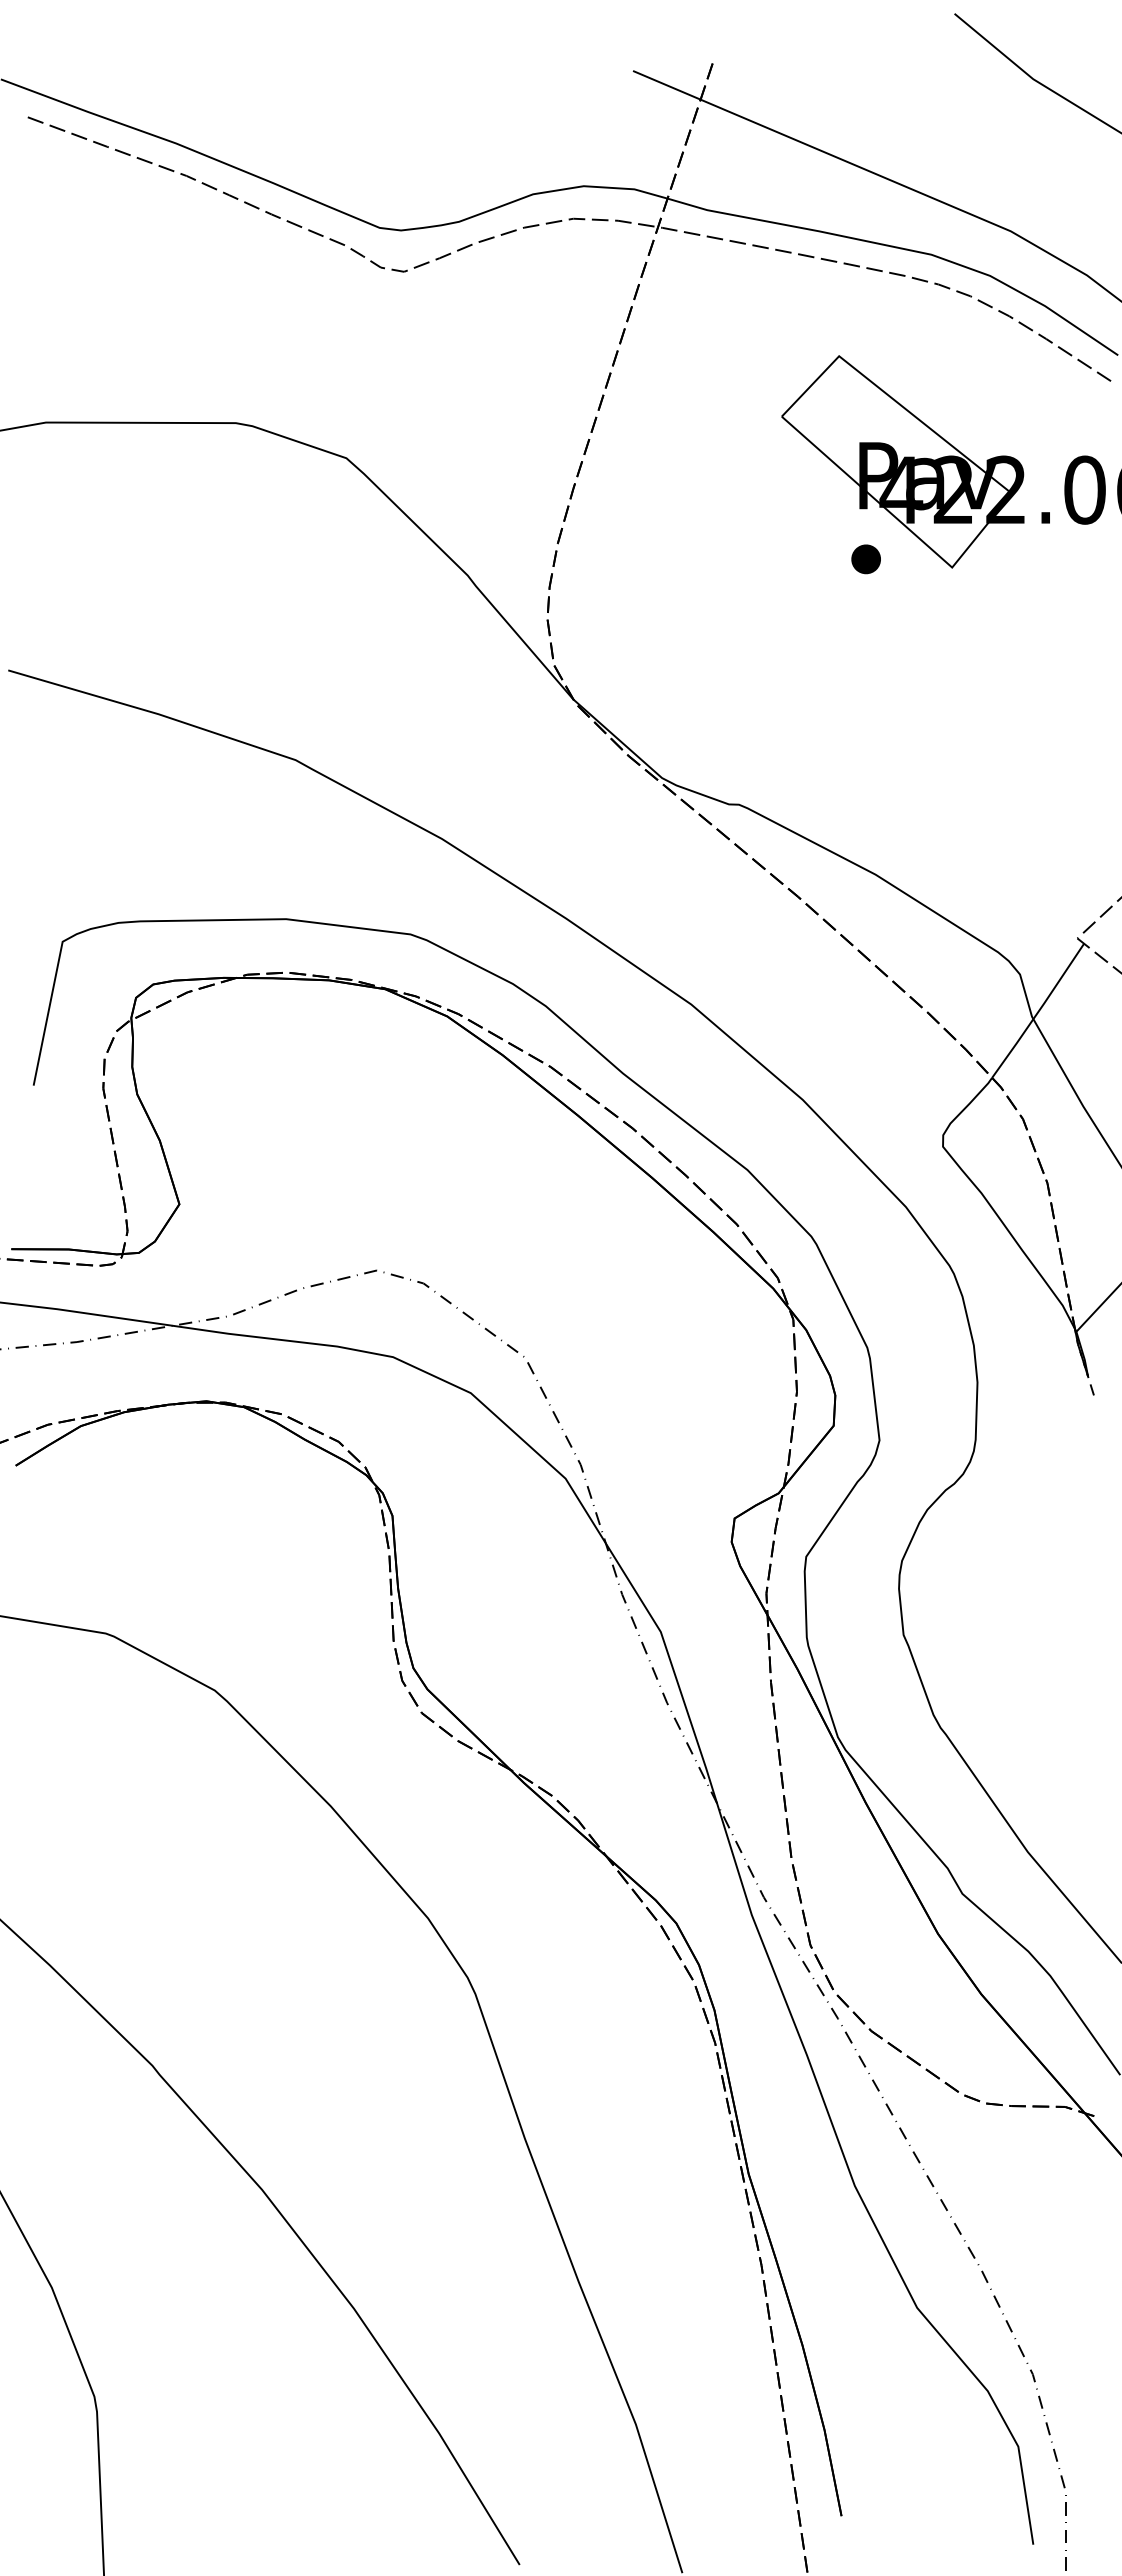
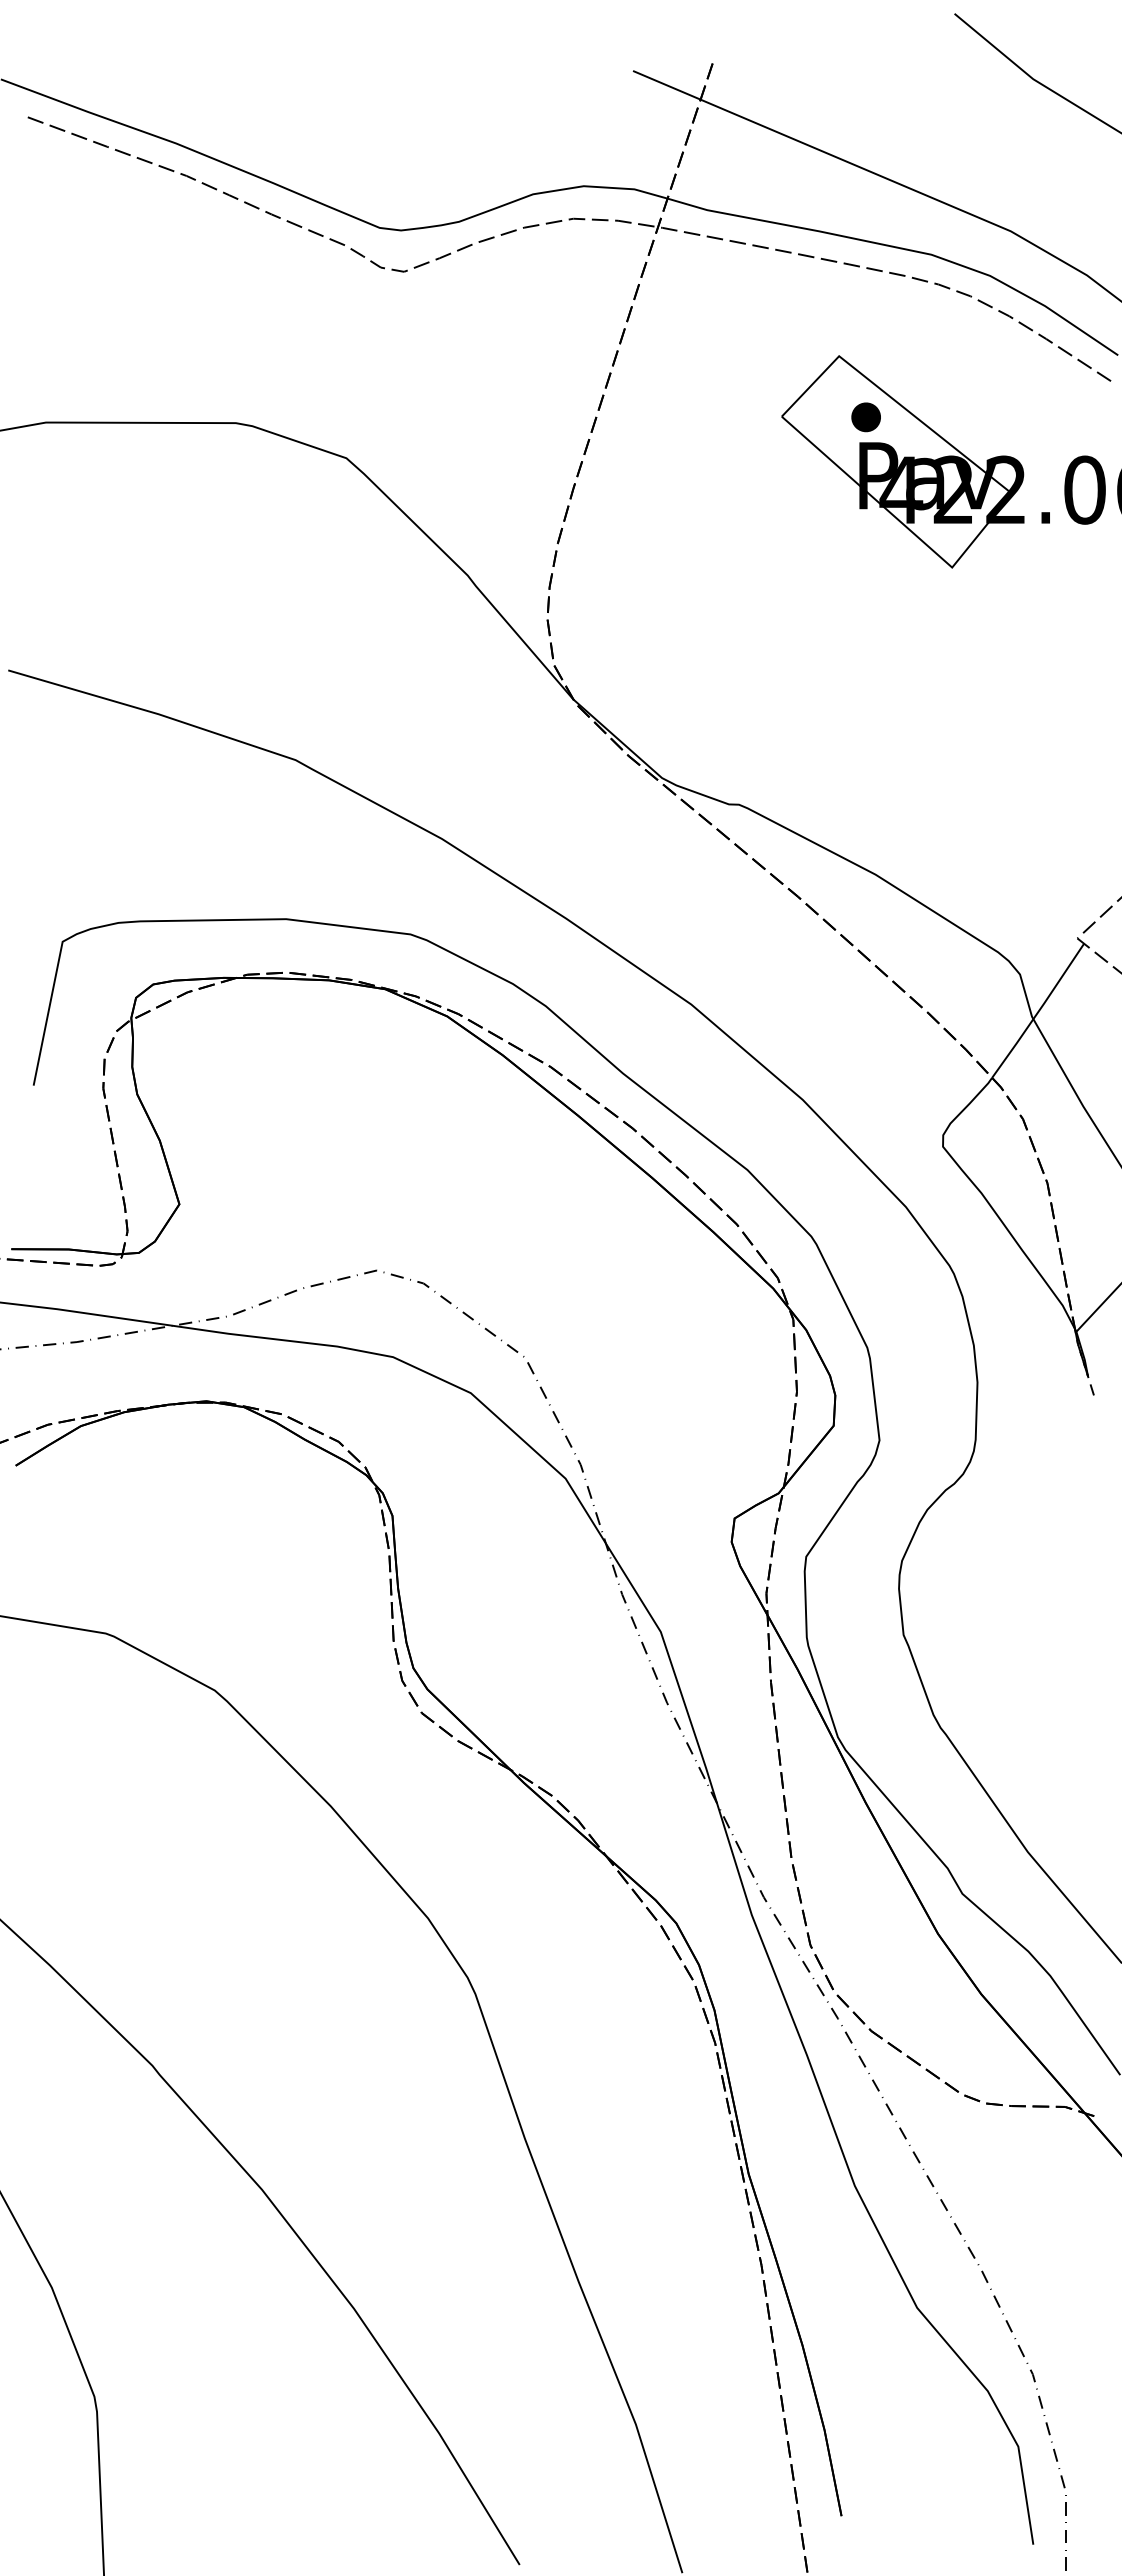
part at (865, 559) position: (865, 559) -> (865, 417)
